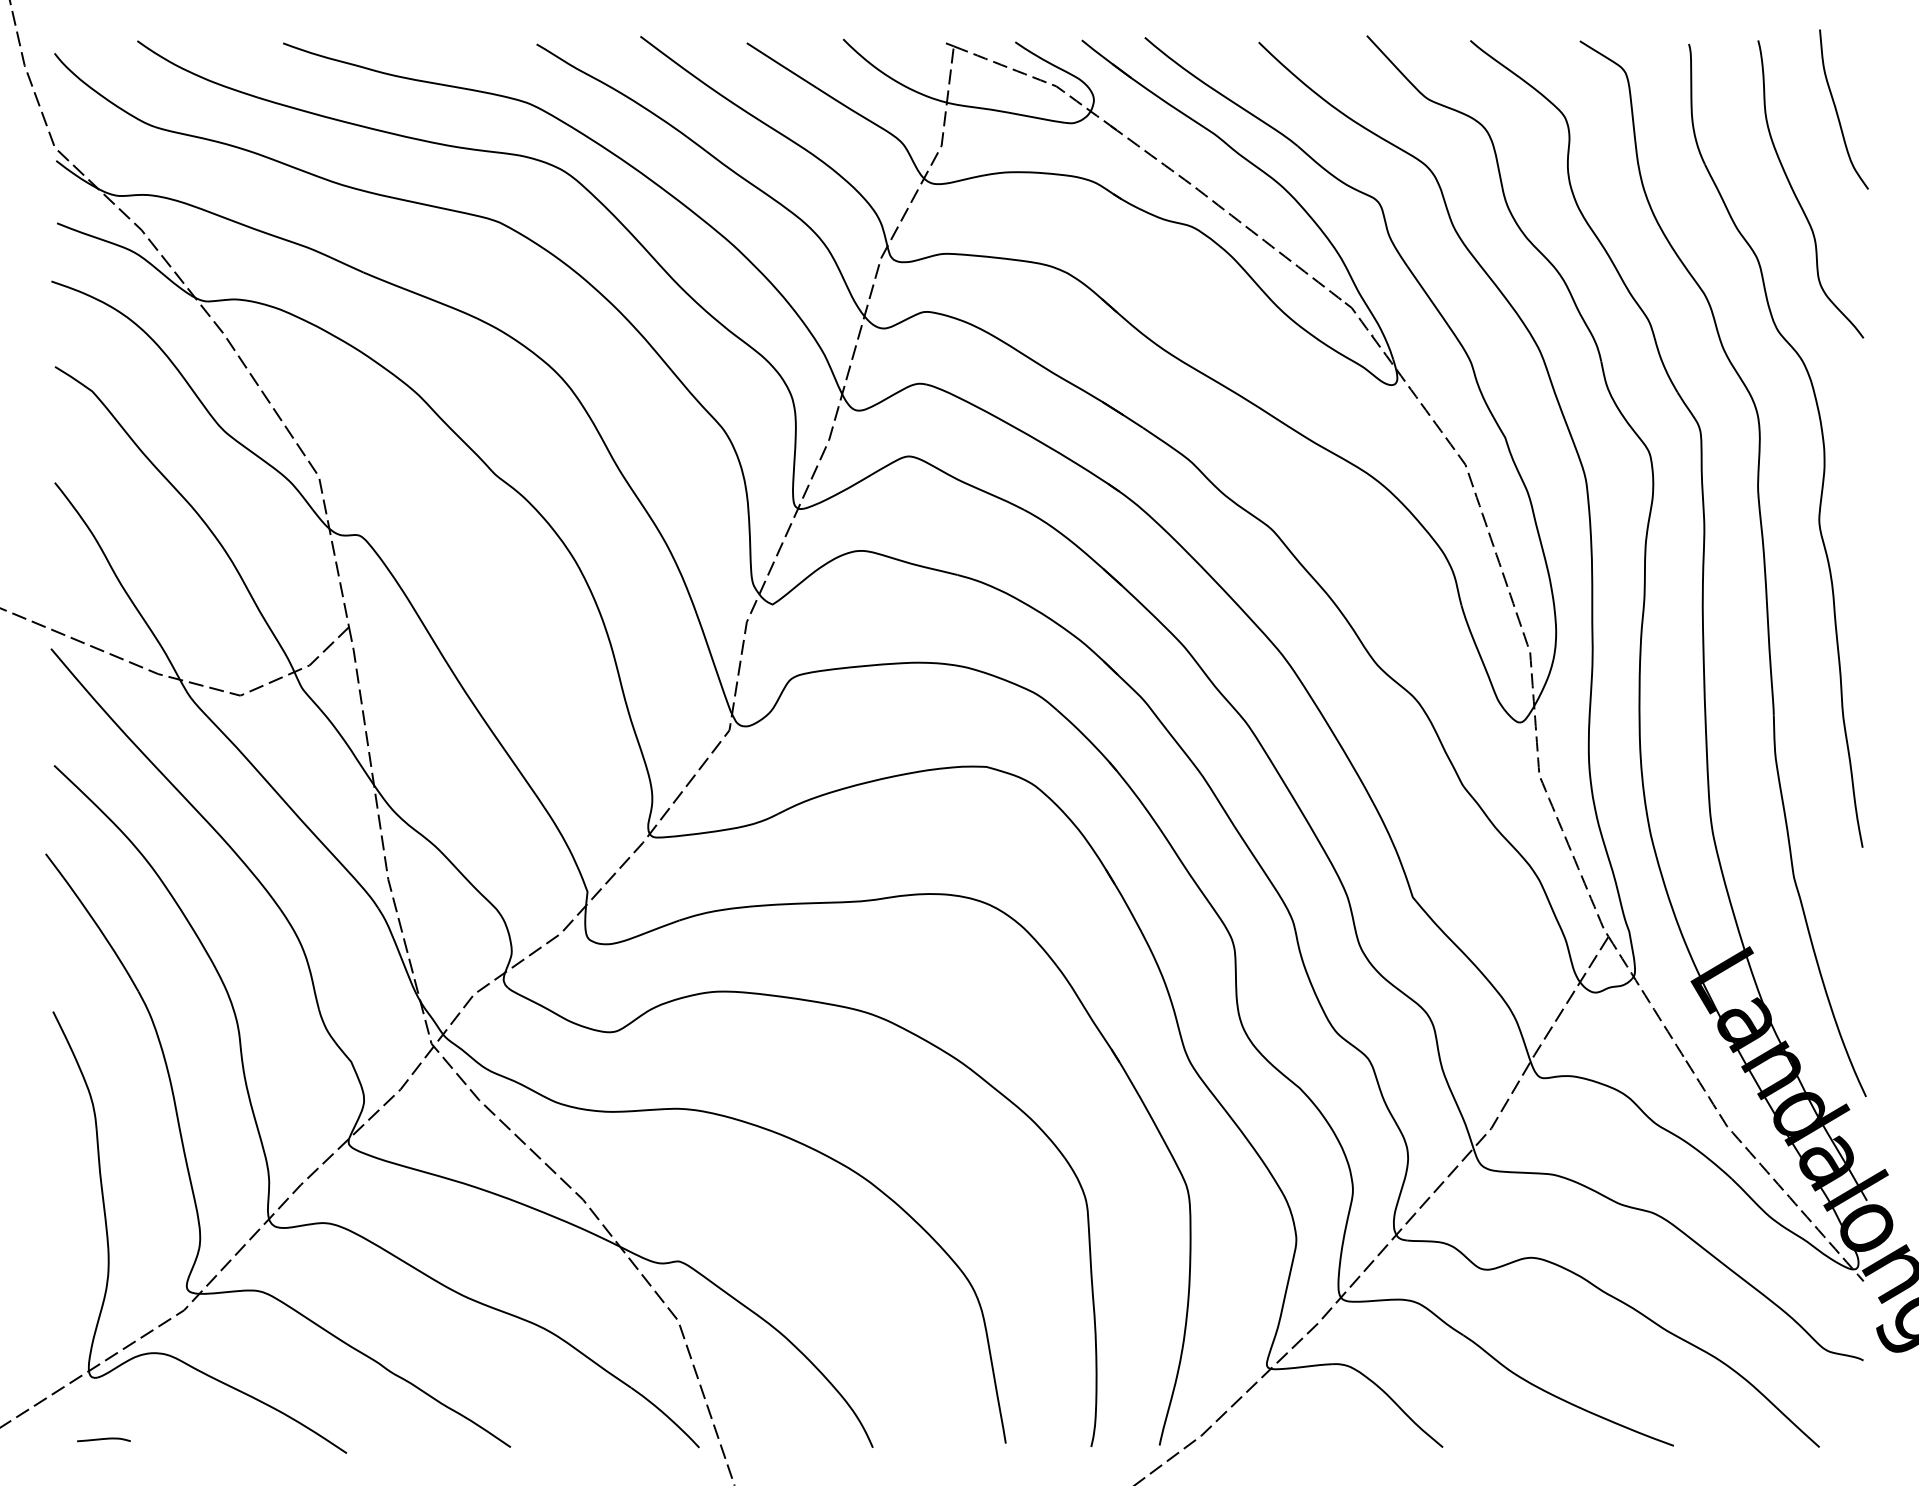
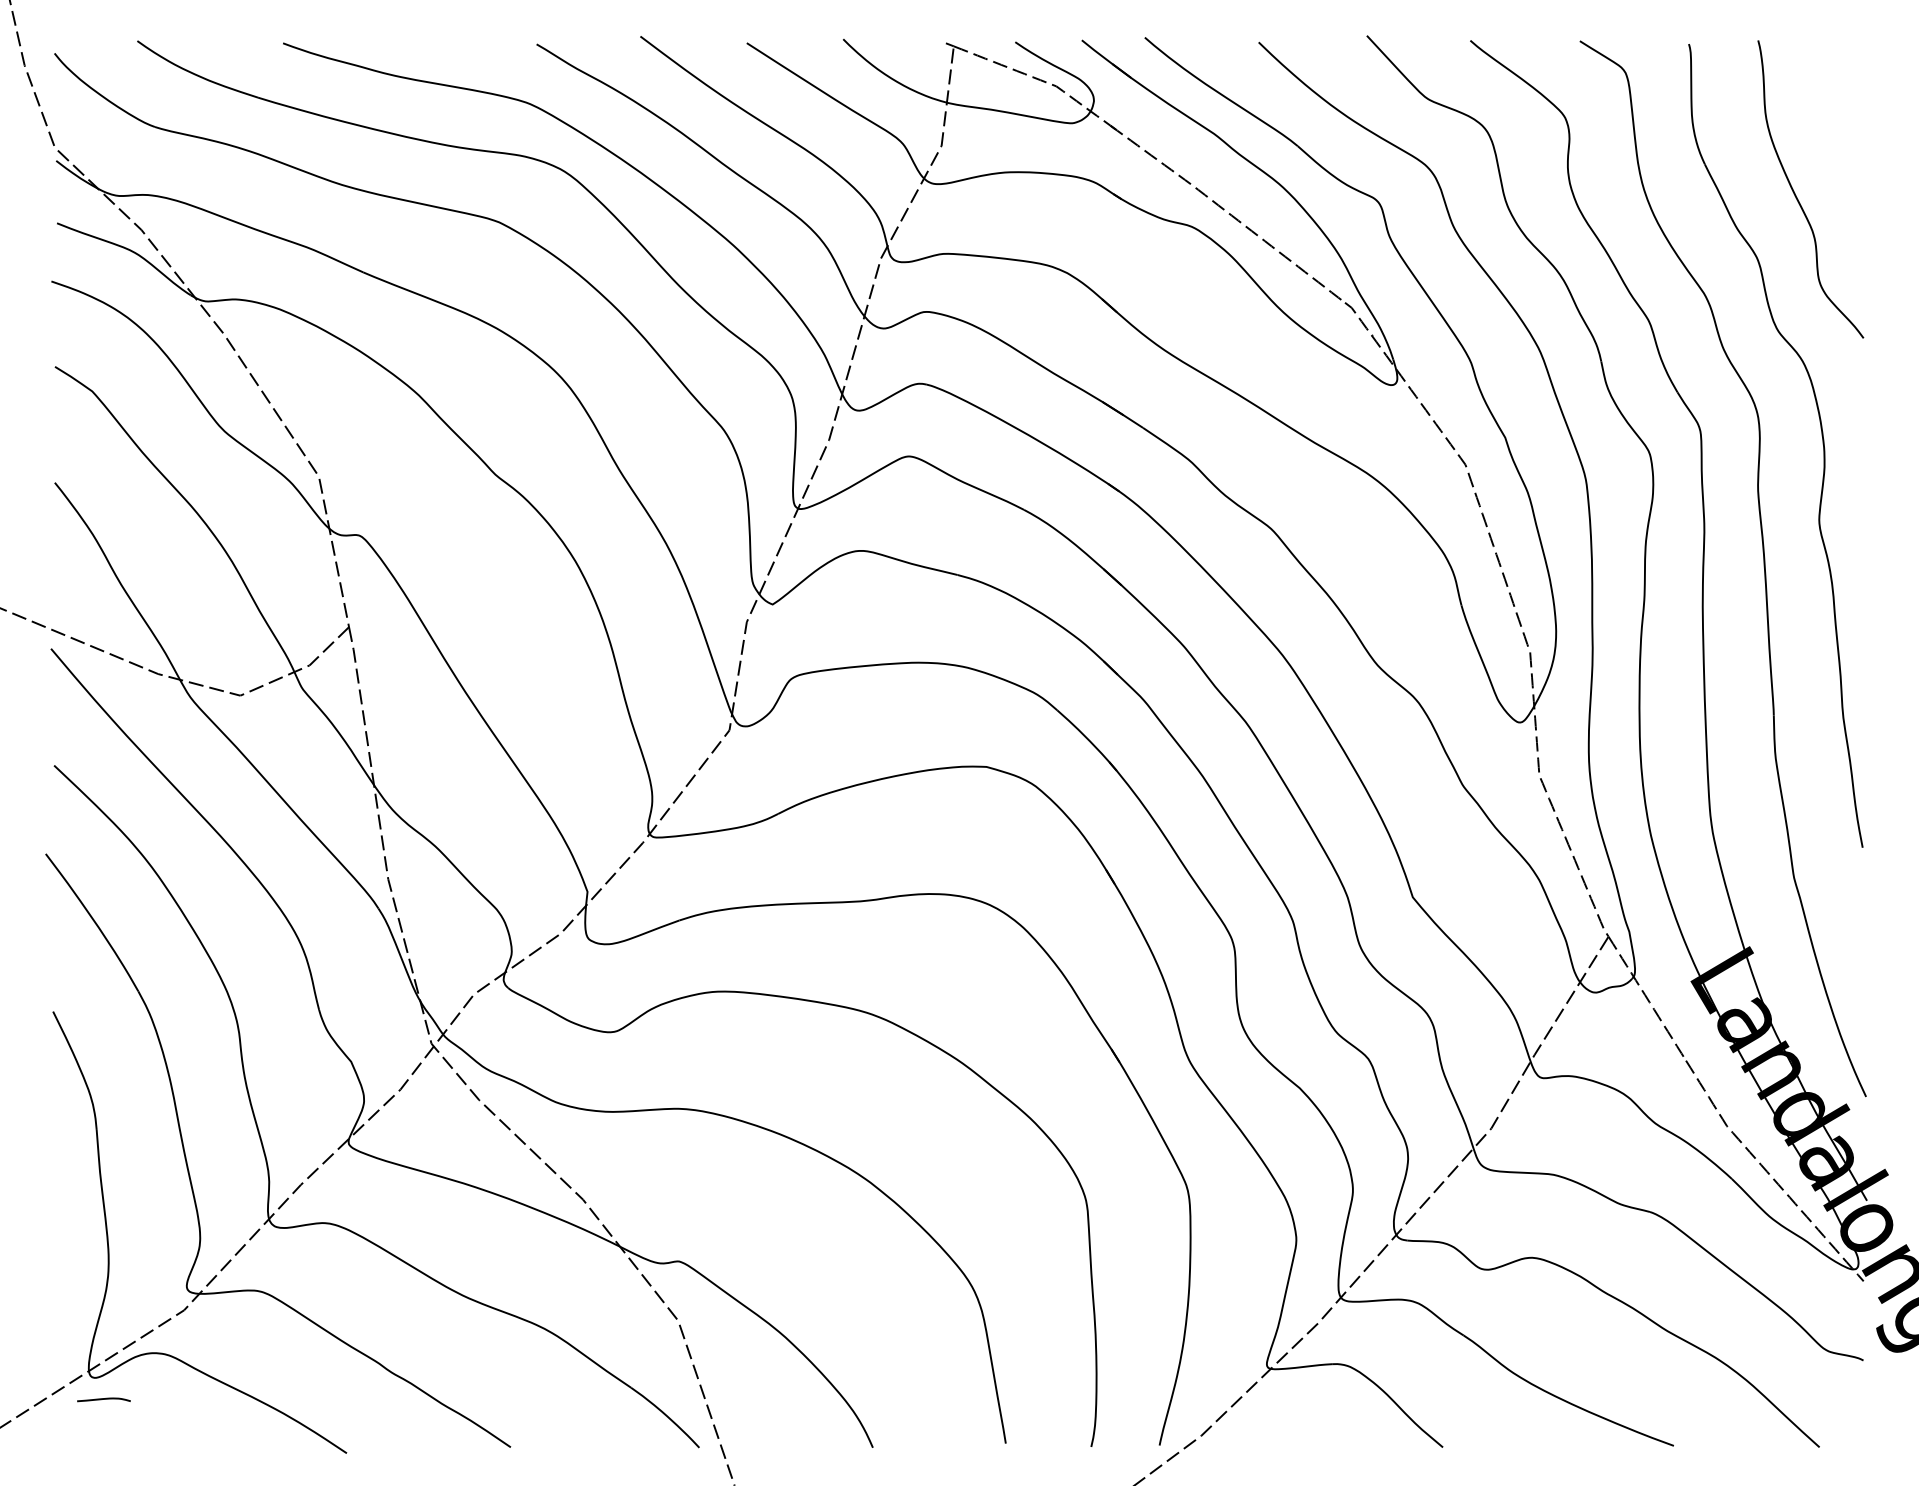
curve at (1837, 110): present -> none
curve at (103, 1439) position: (103, 1439) -> (103, 1399)
